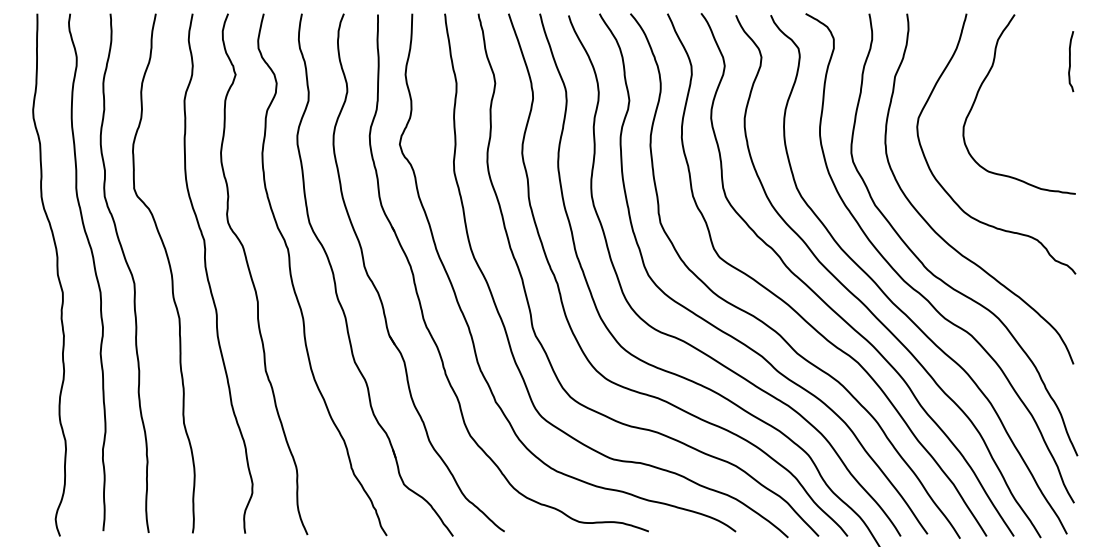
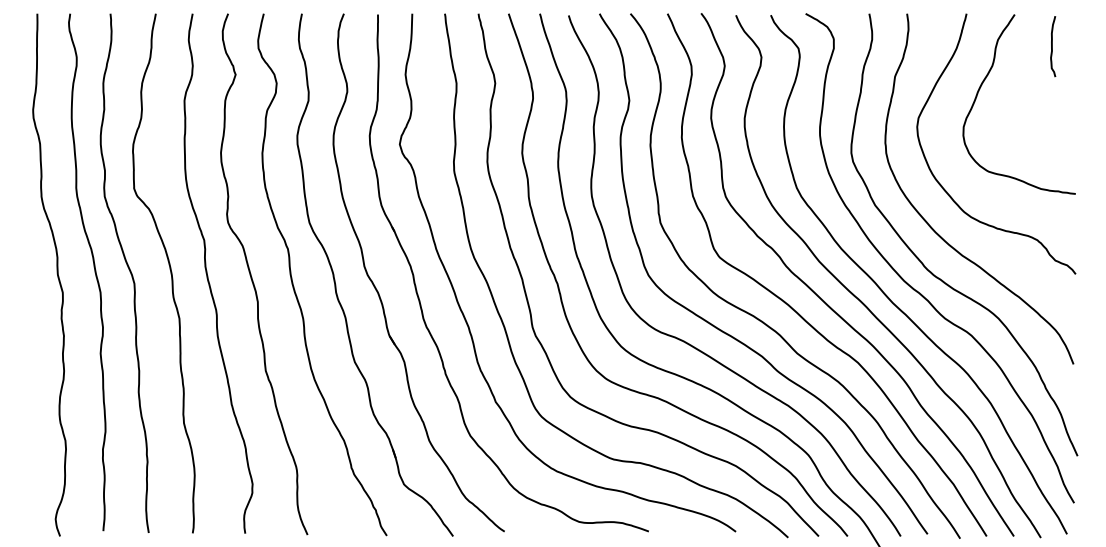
curve at (1070, 61) position: (1070, 61) -> (1052, 46)
